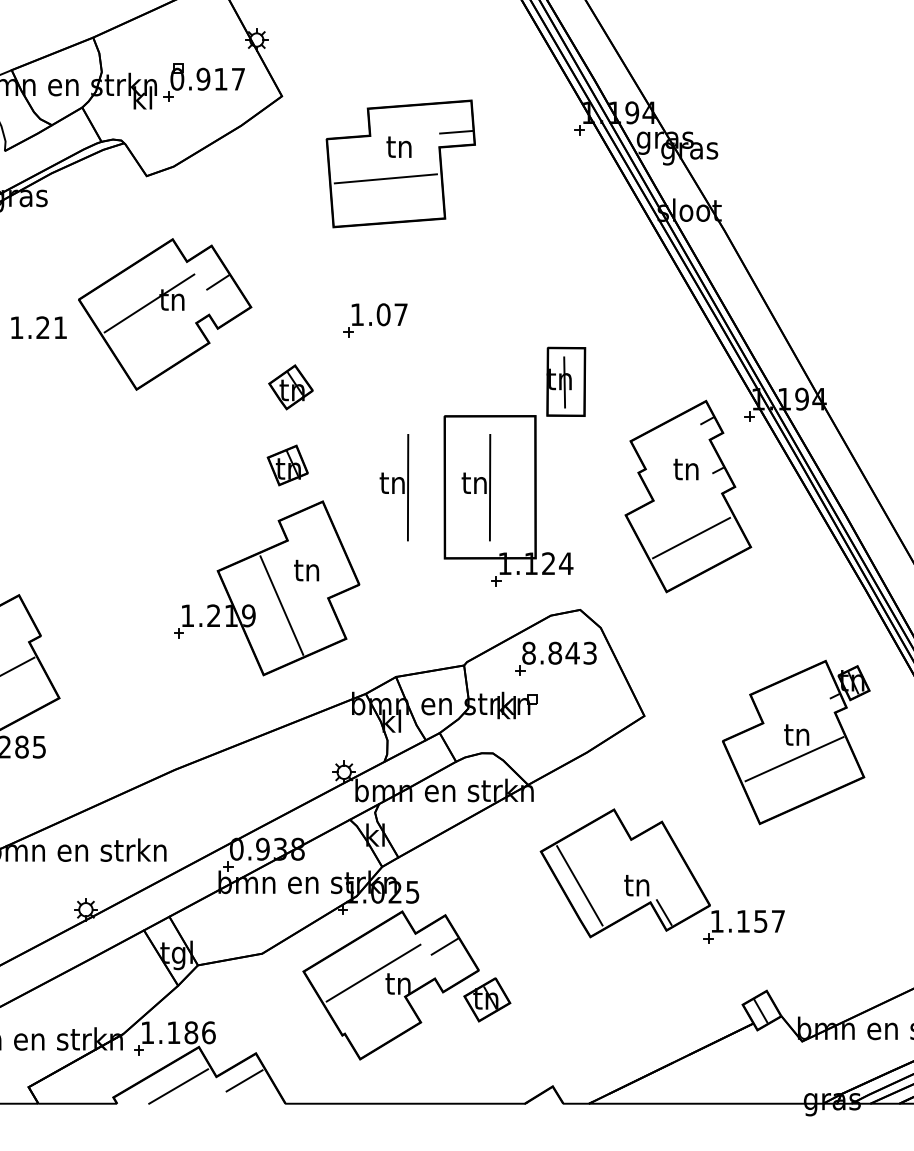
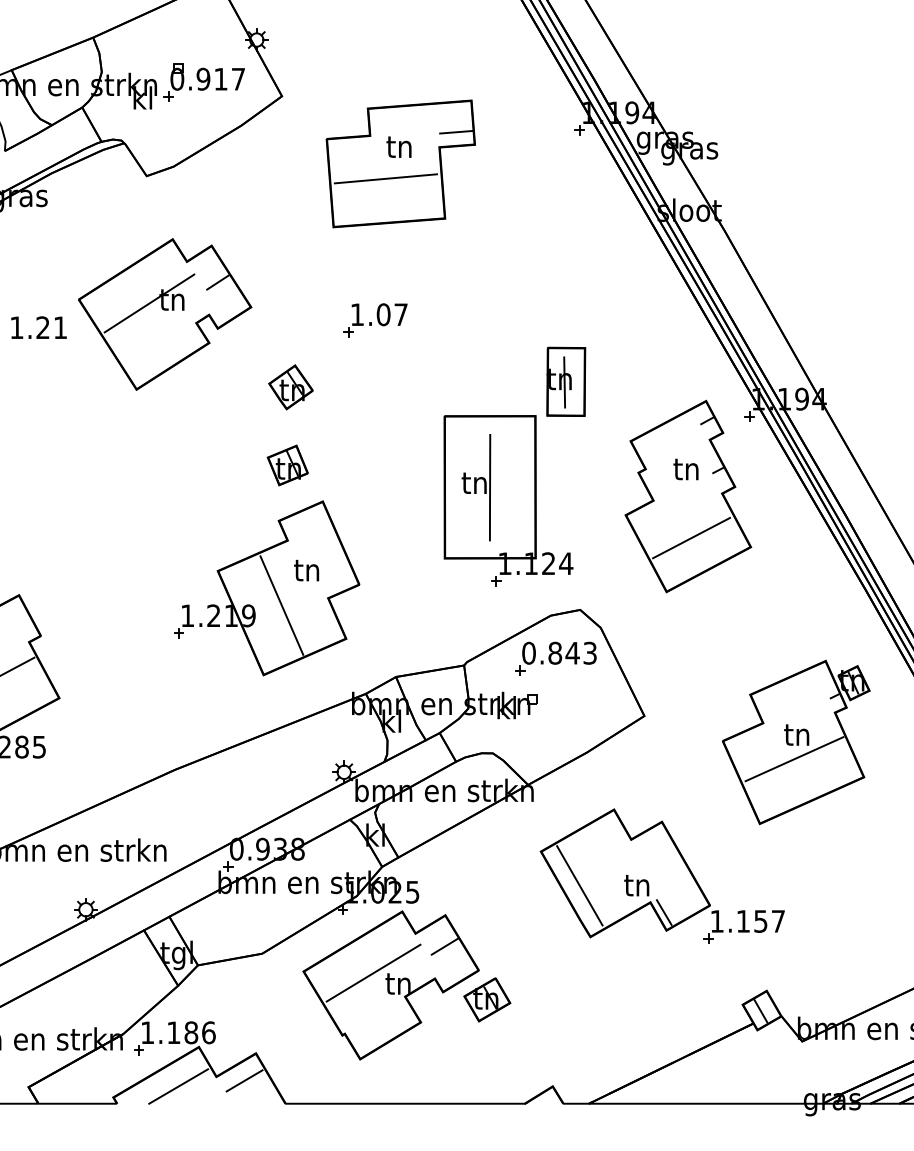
part at (394, 487): present -> none
text at (528, 653): 8.843 -> 0.843
